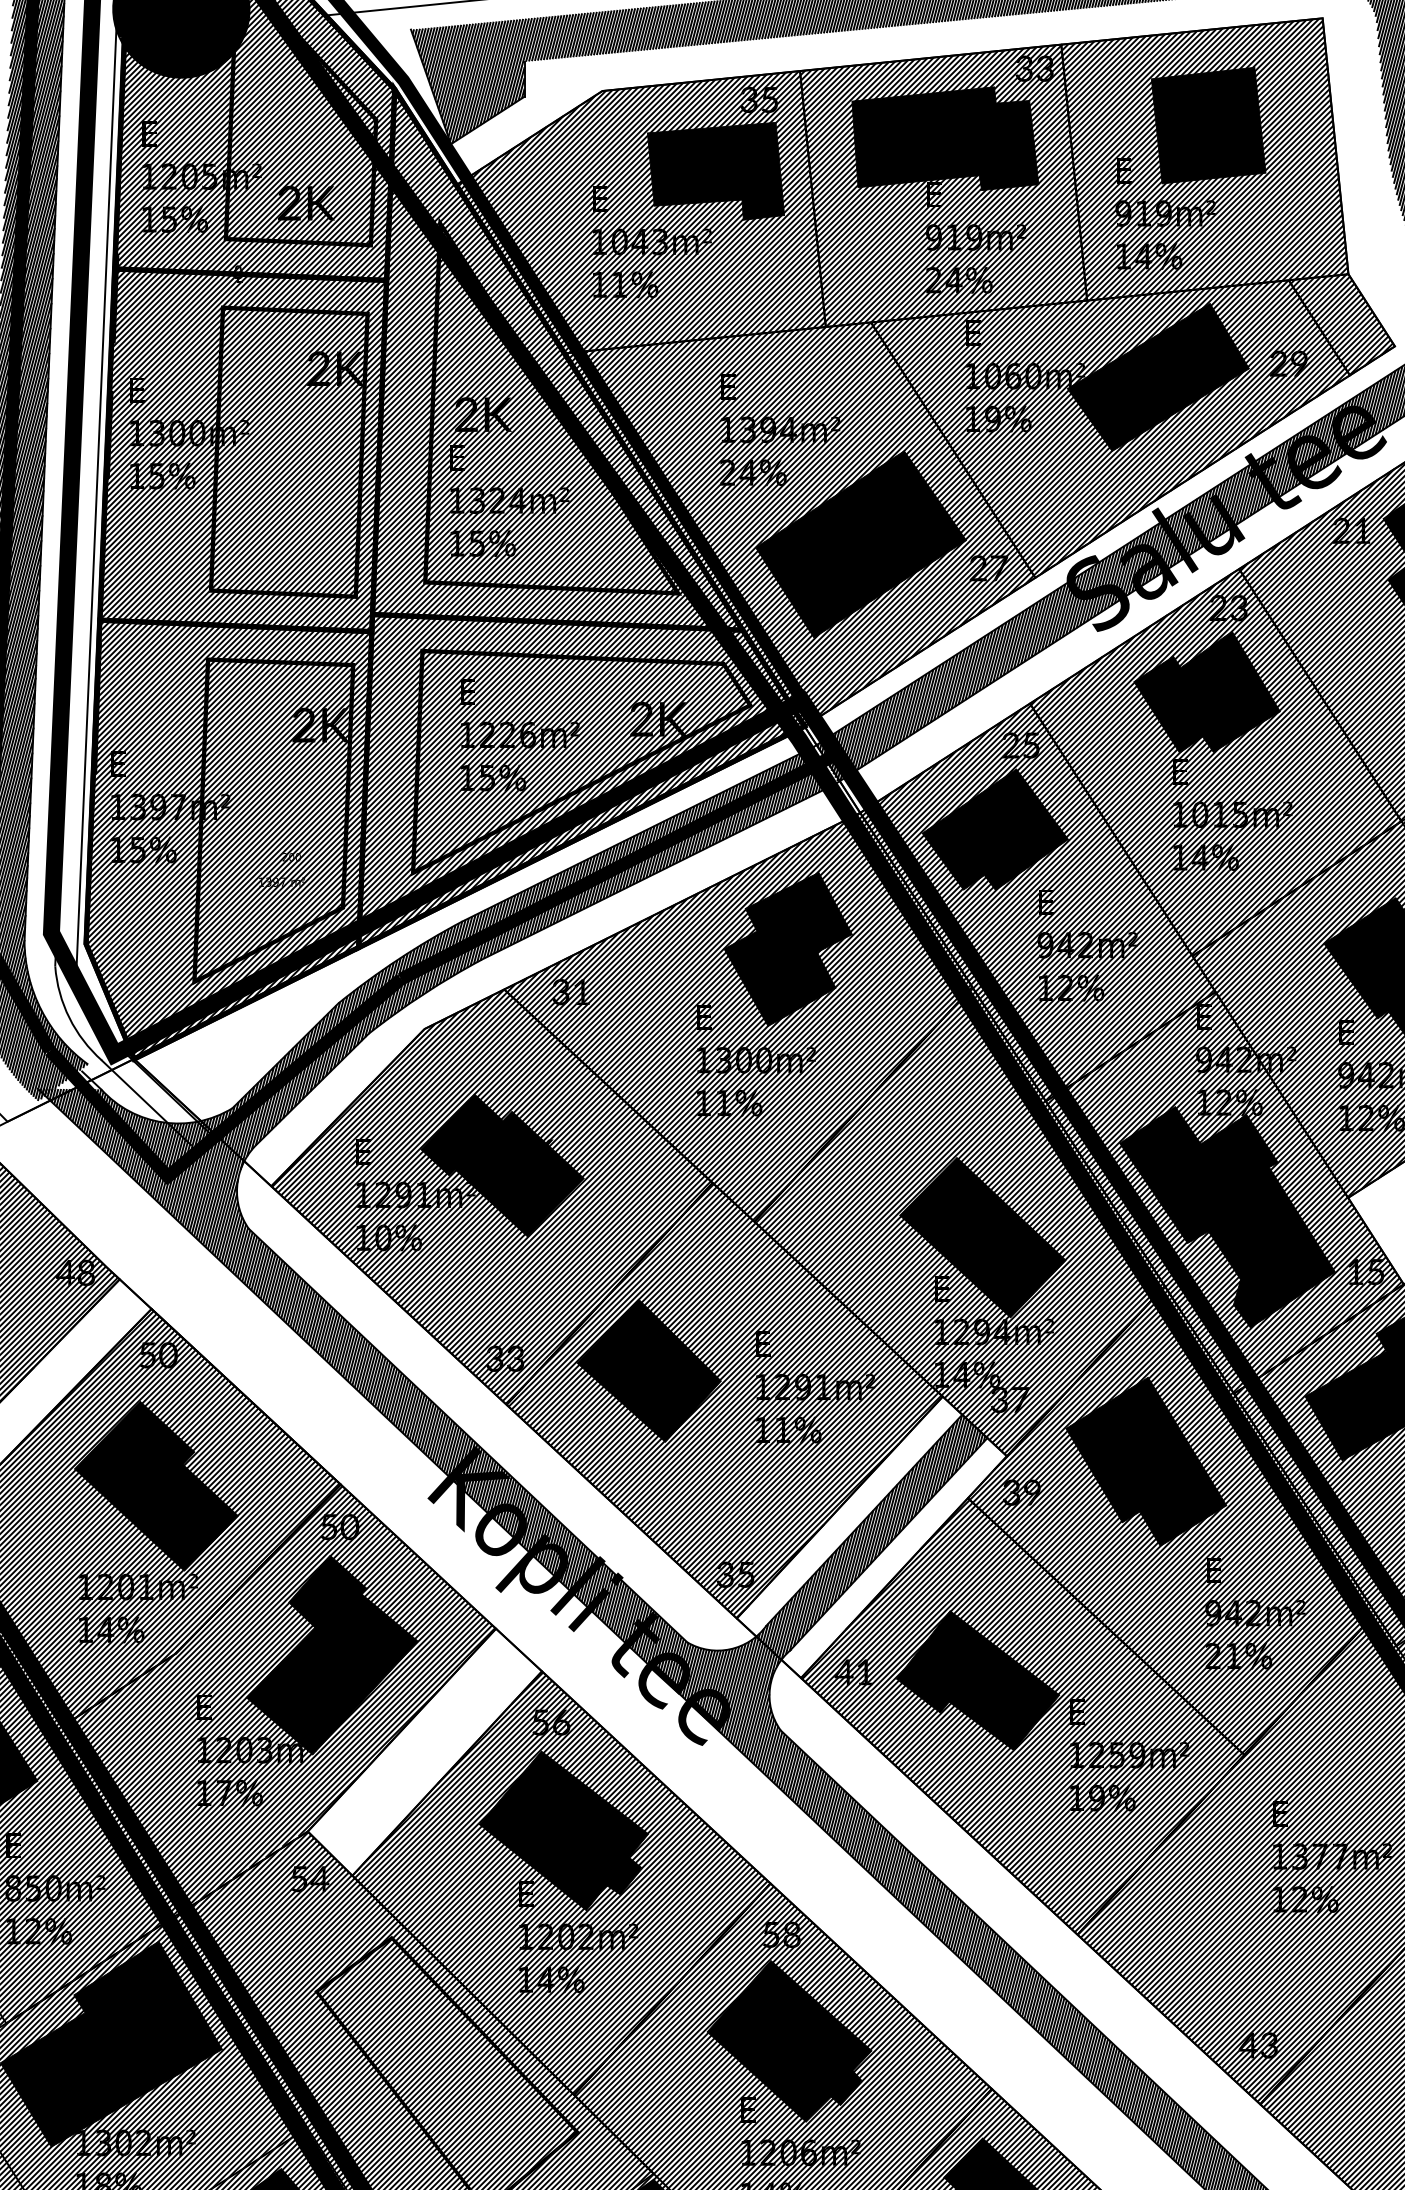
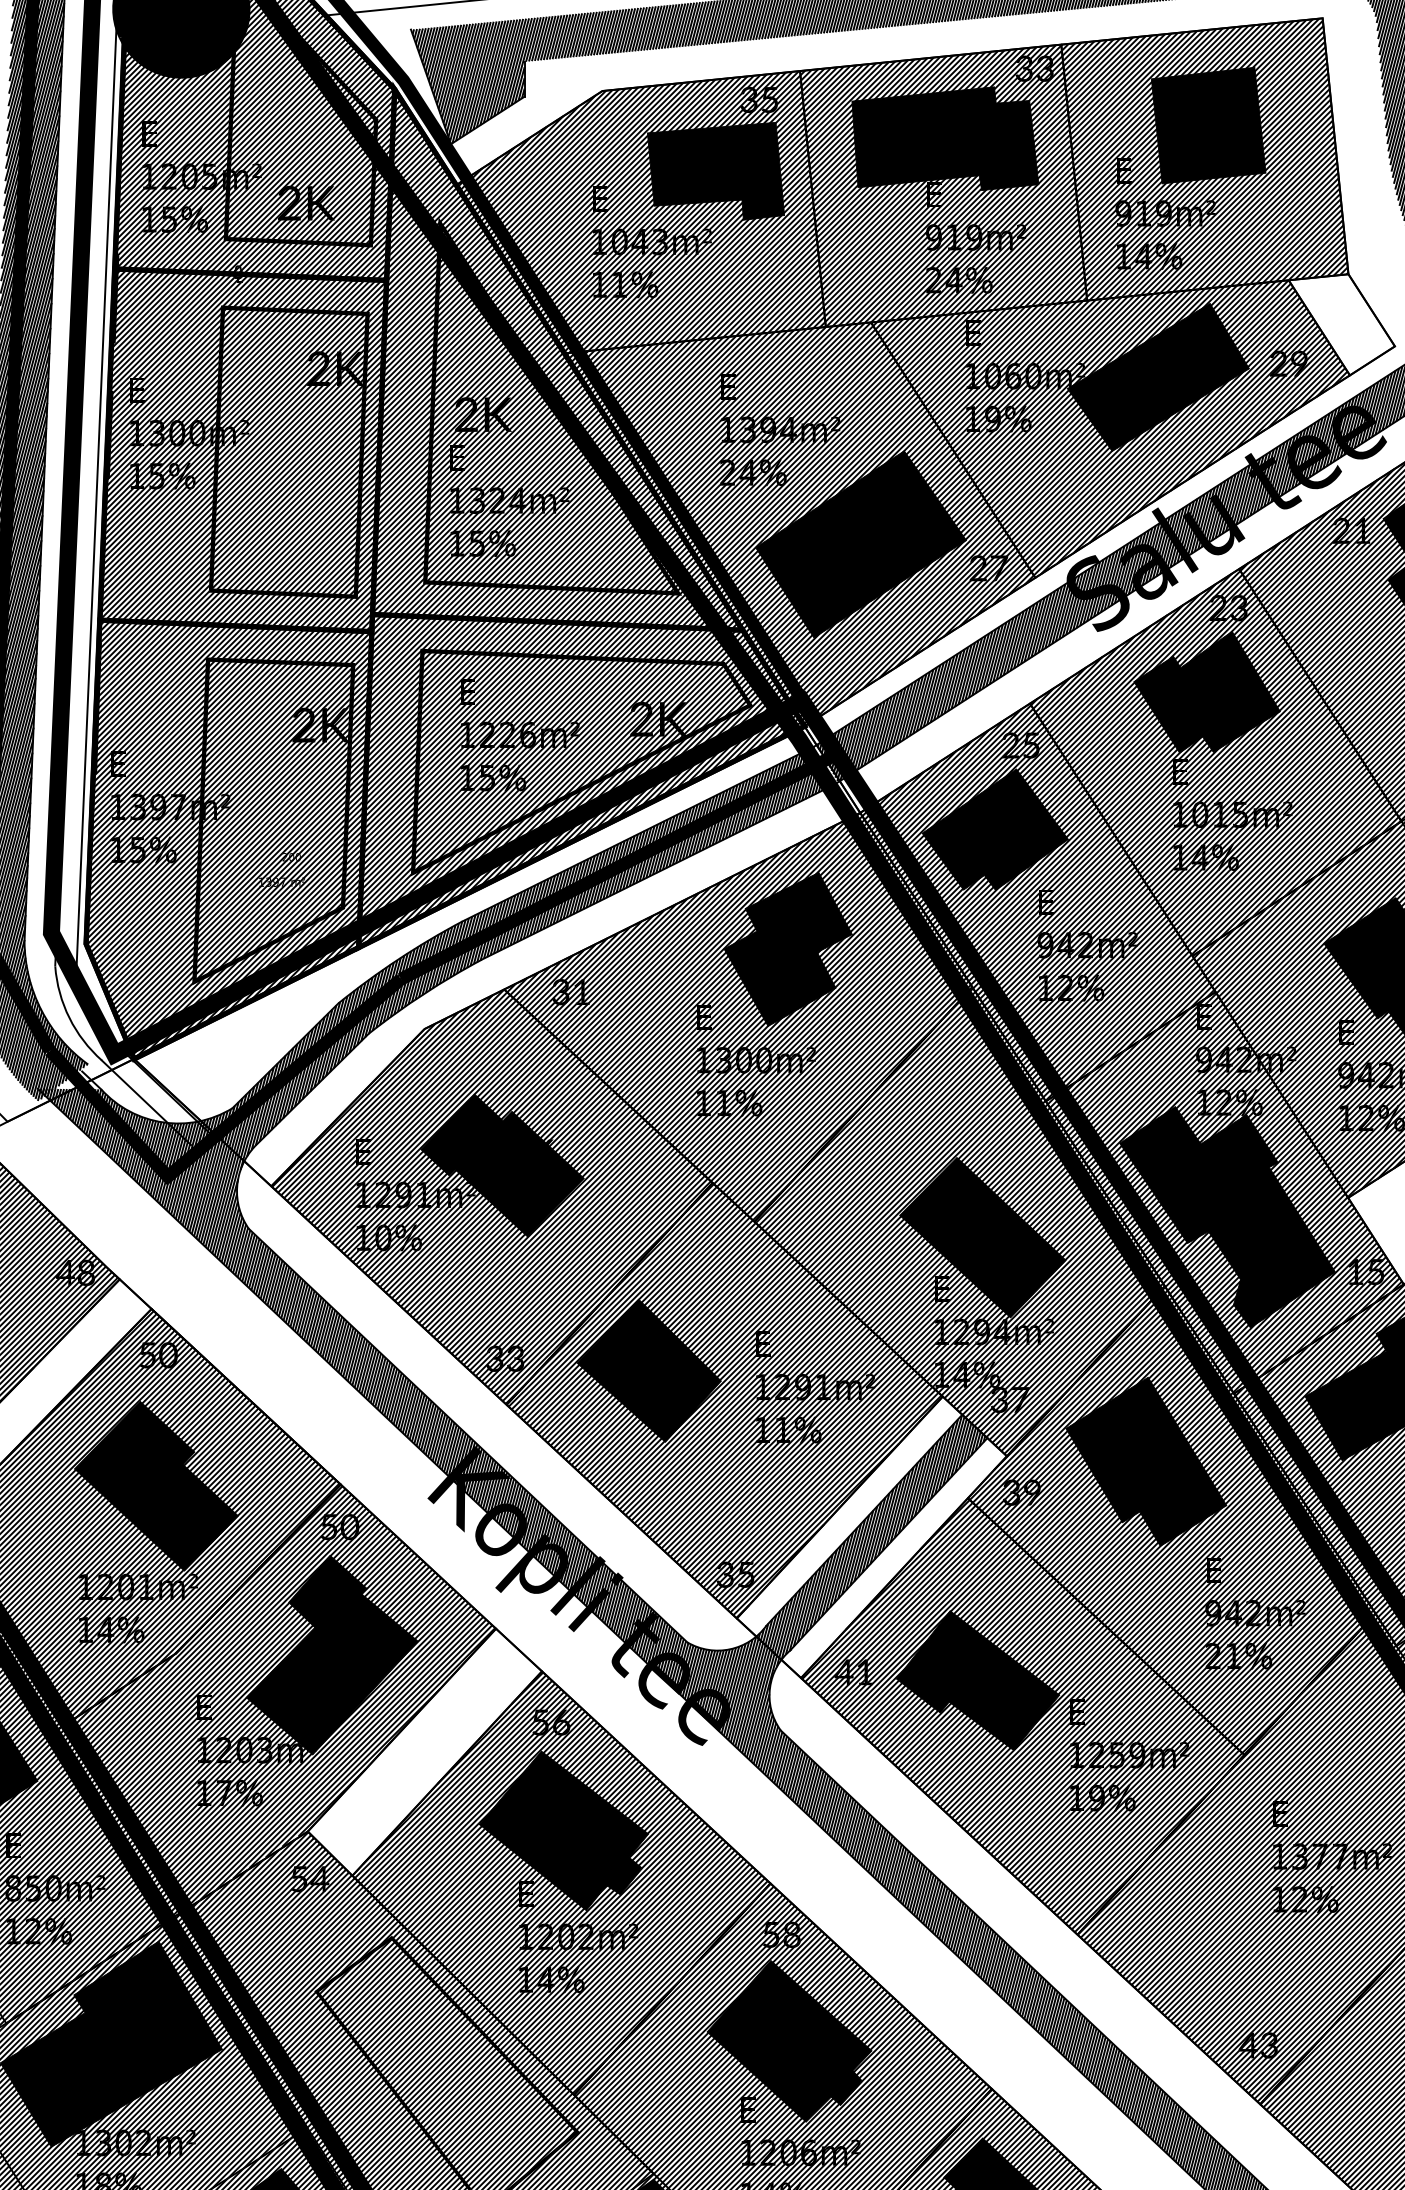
hatch at (1341, 324): present -> none
